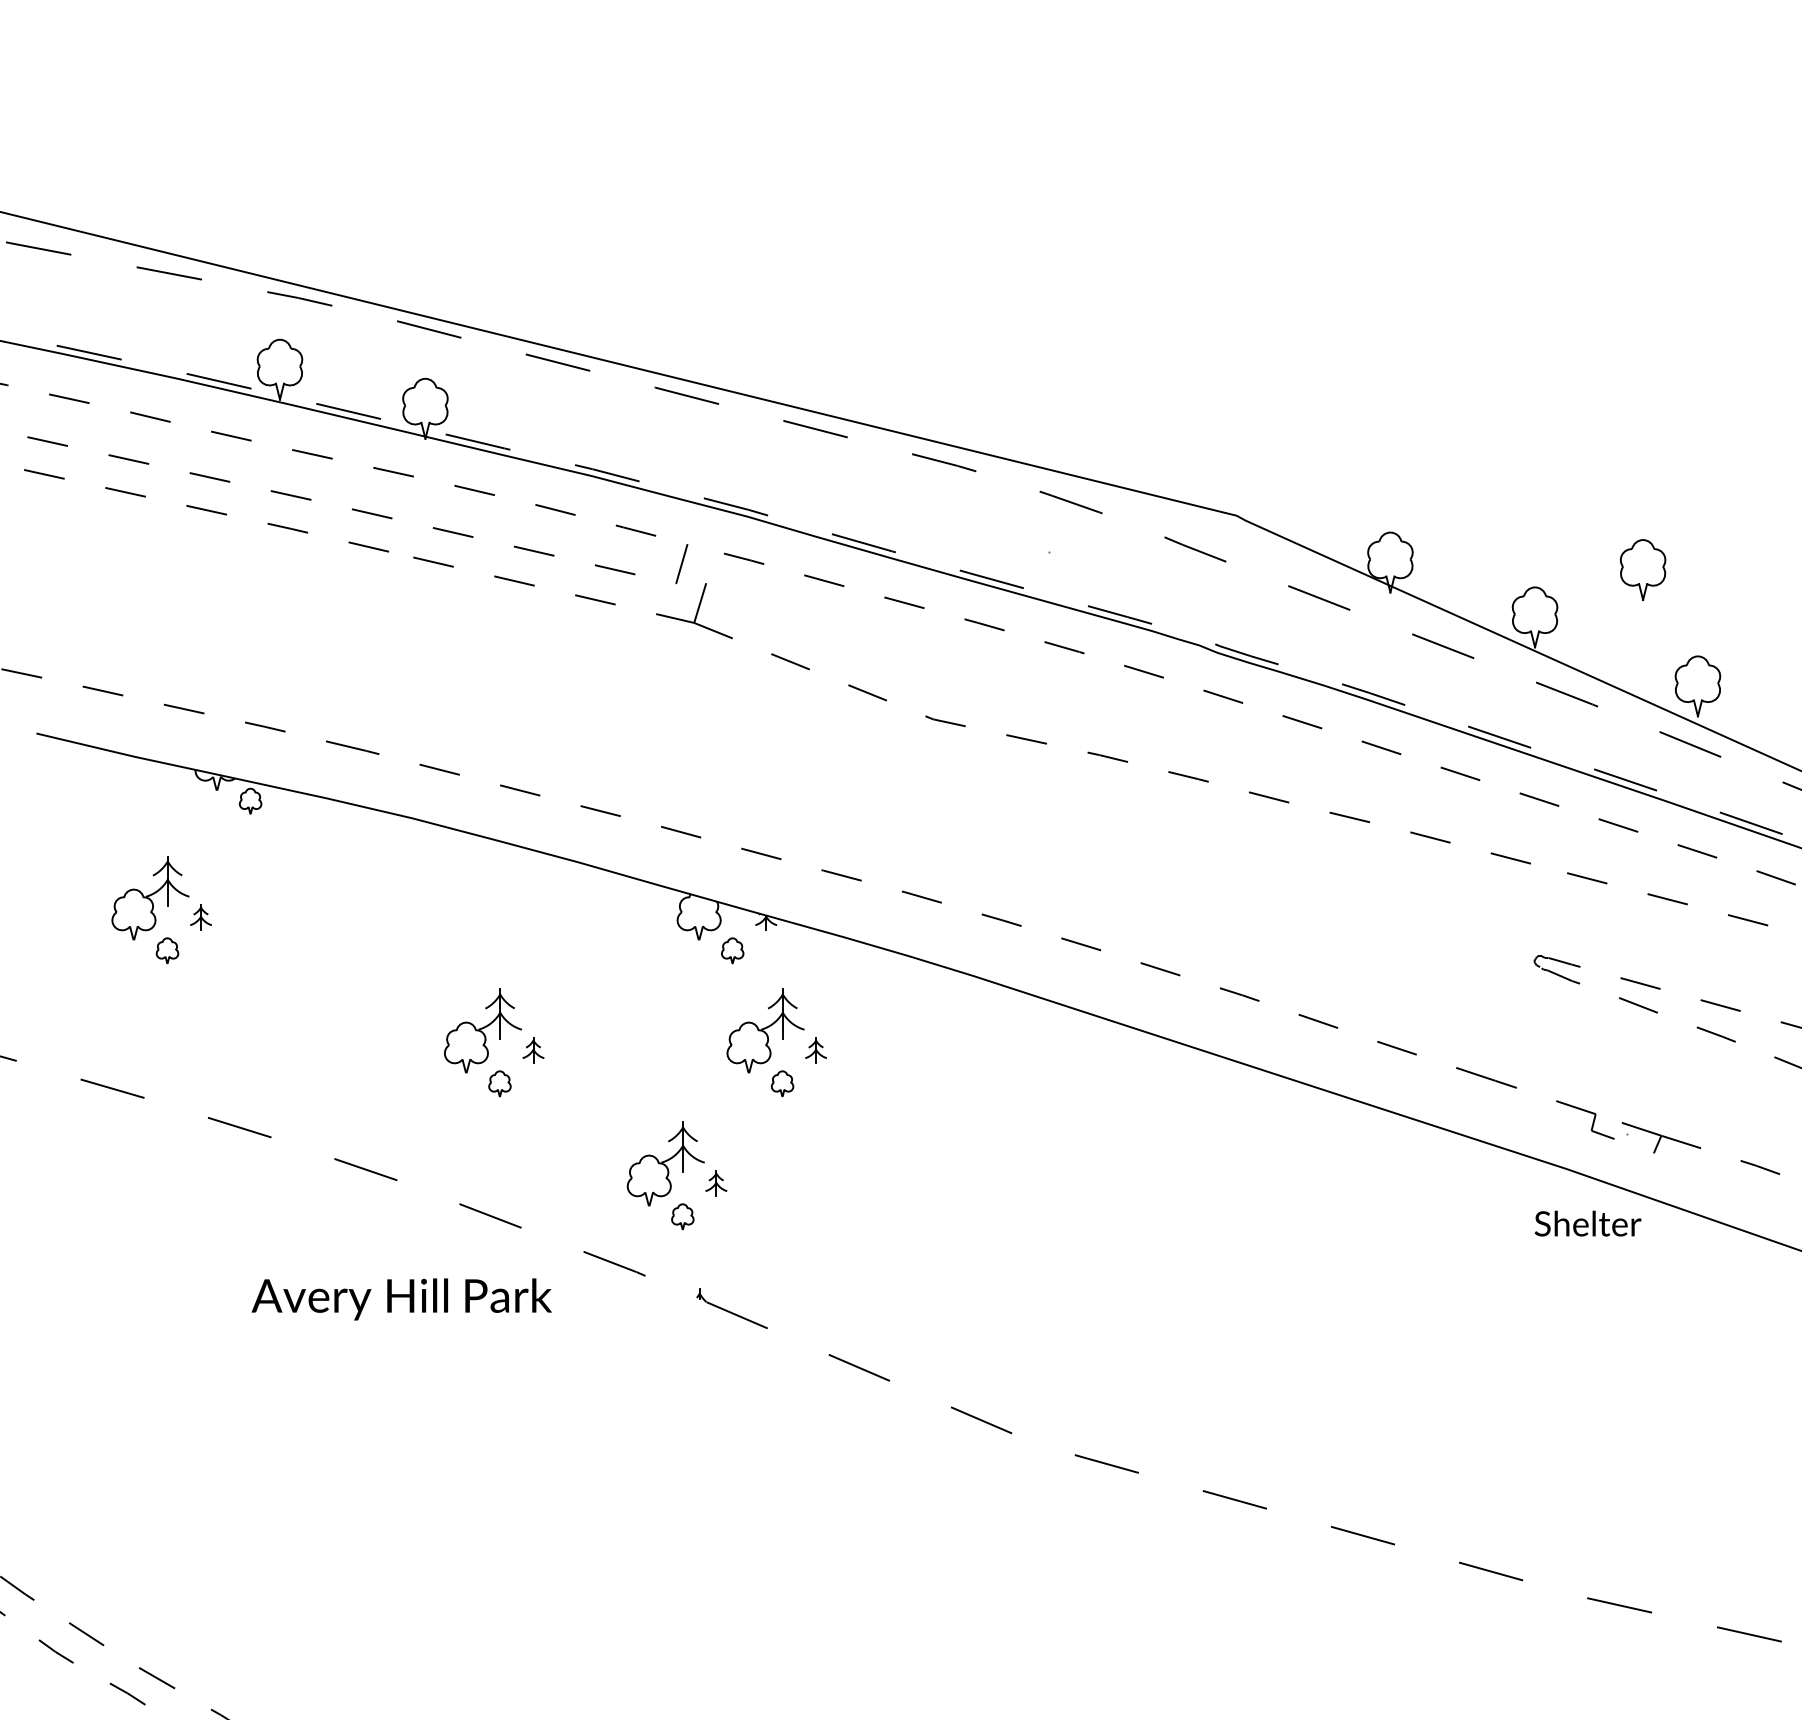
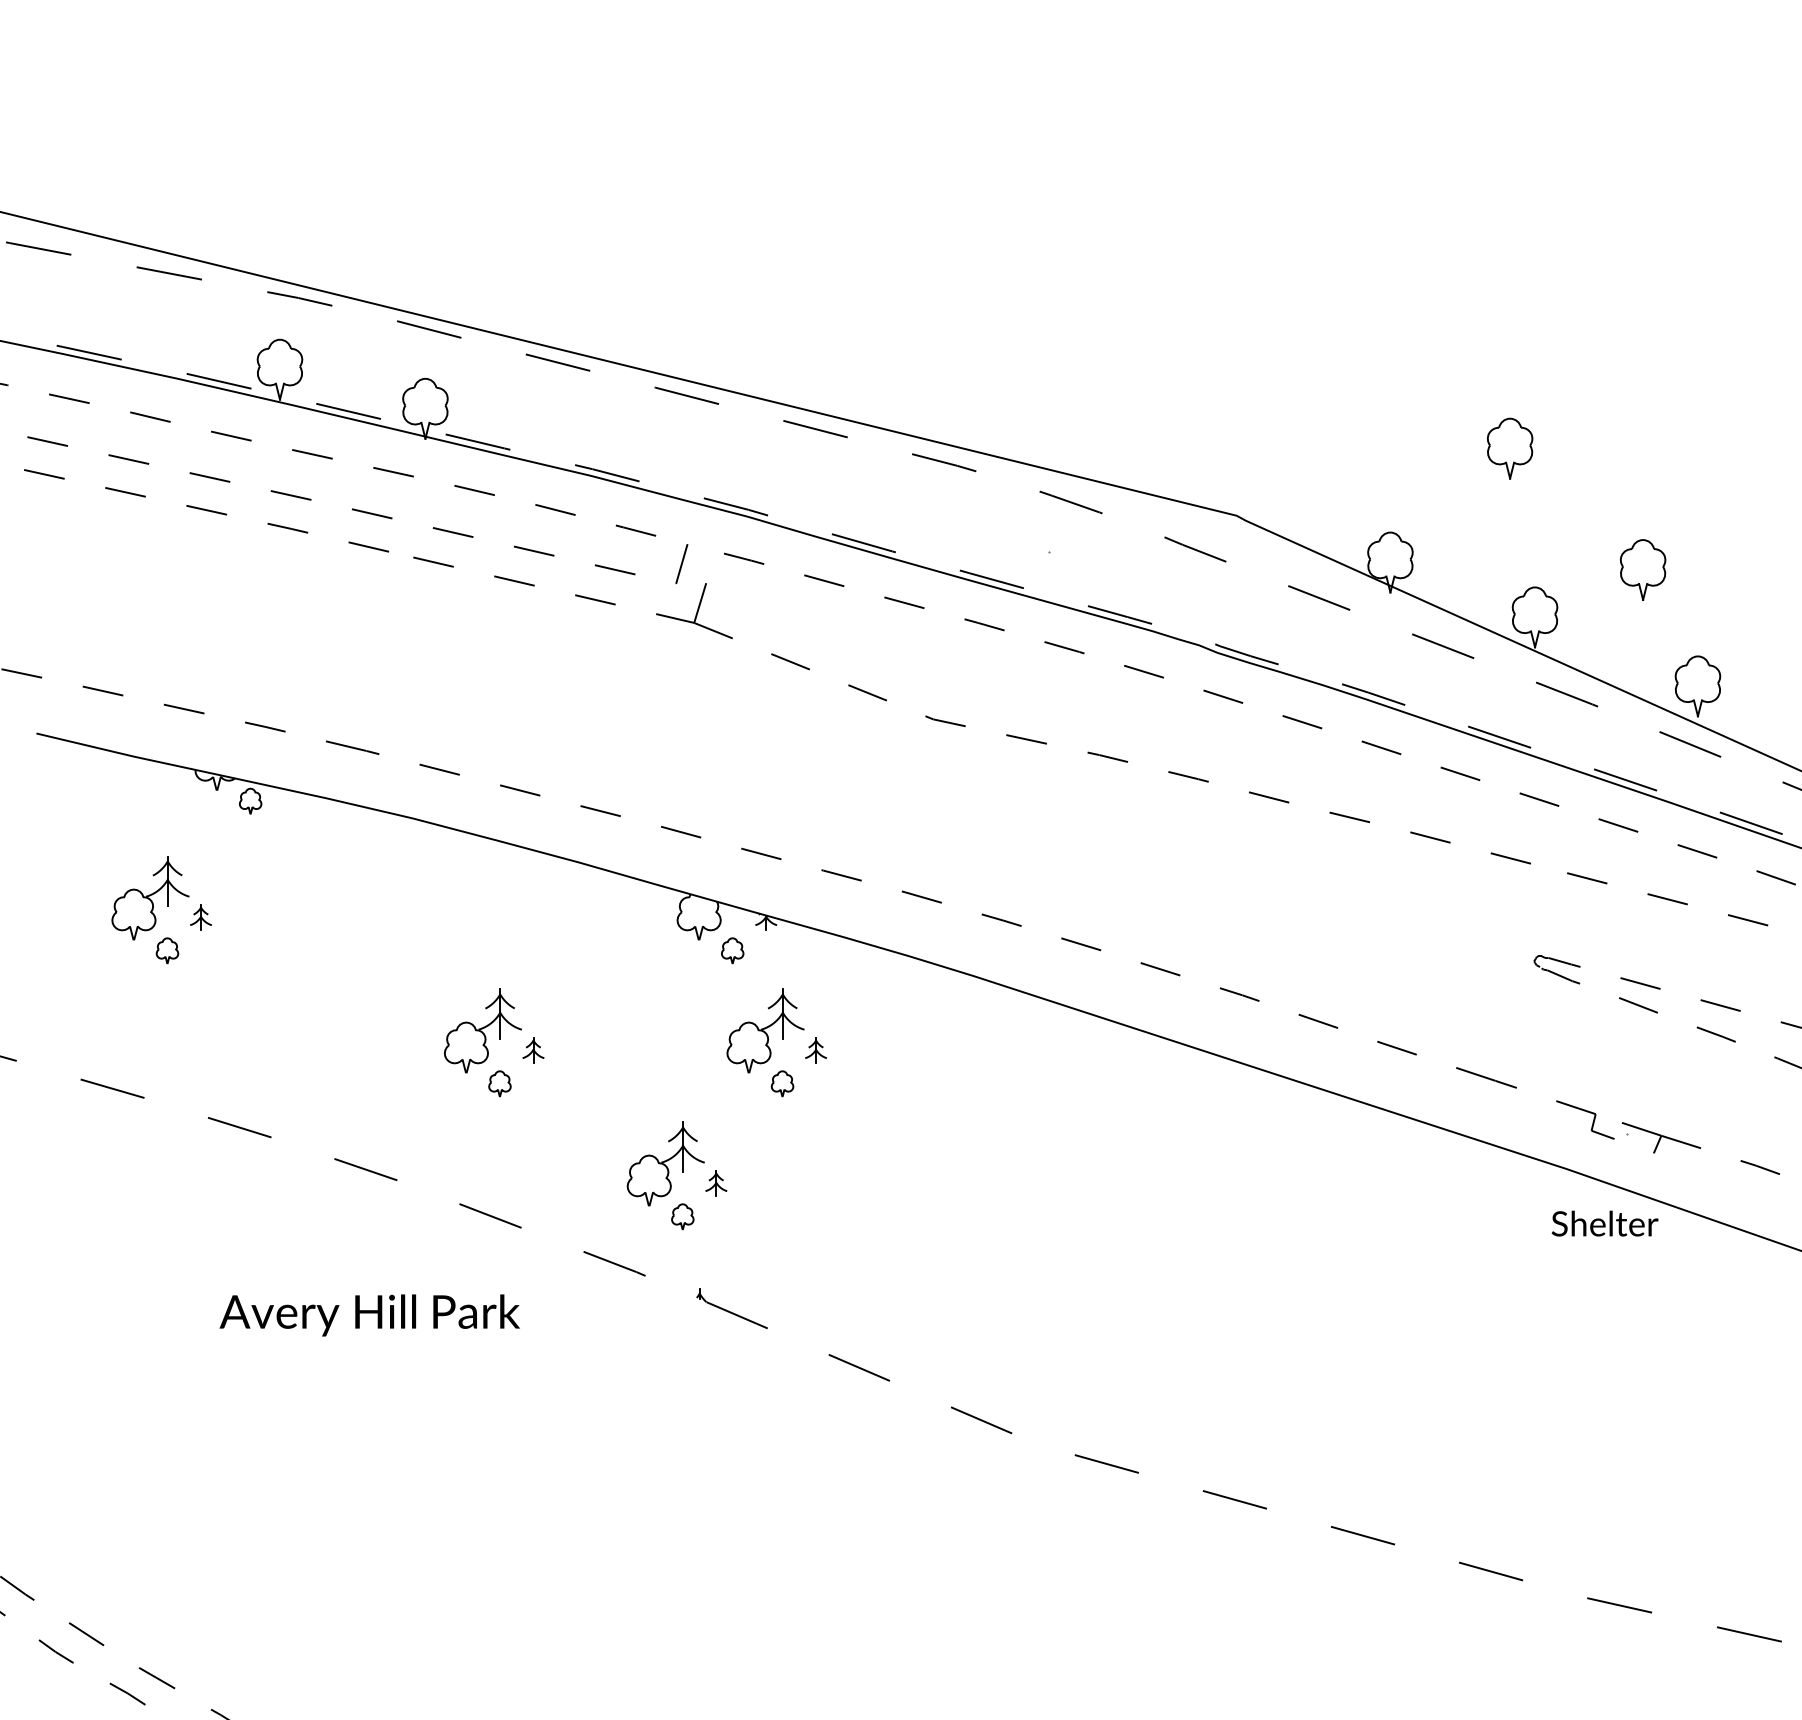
part at (1509, 448): none -> present
text at (1587, 1223) position: (1587, 1223) -> (1604, 1223)
text at (401, 1299) position: (401, 1299) -> (369, 1315)
